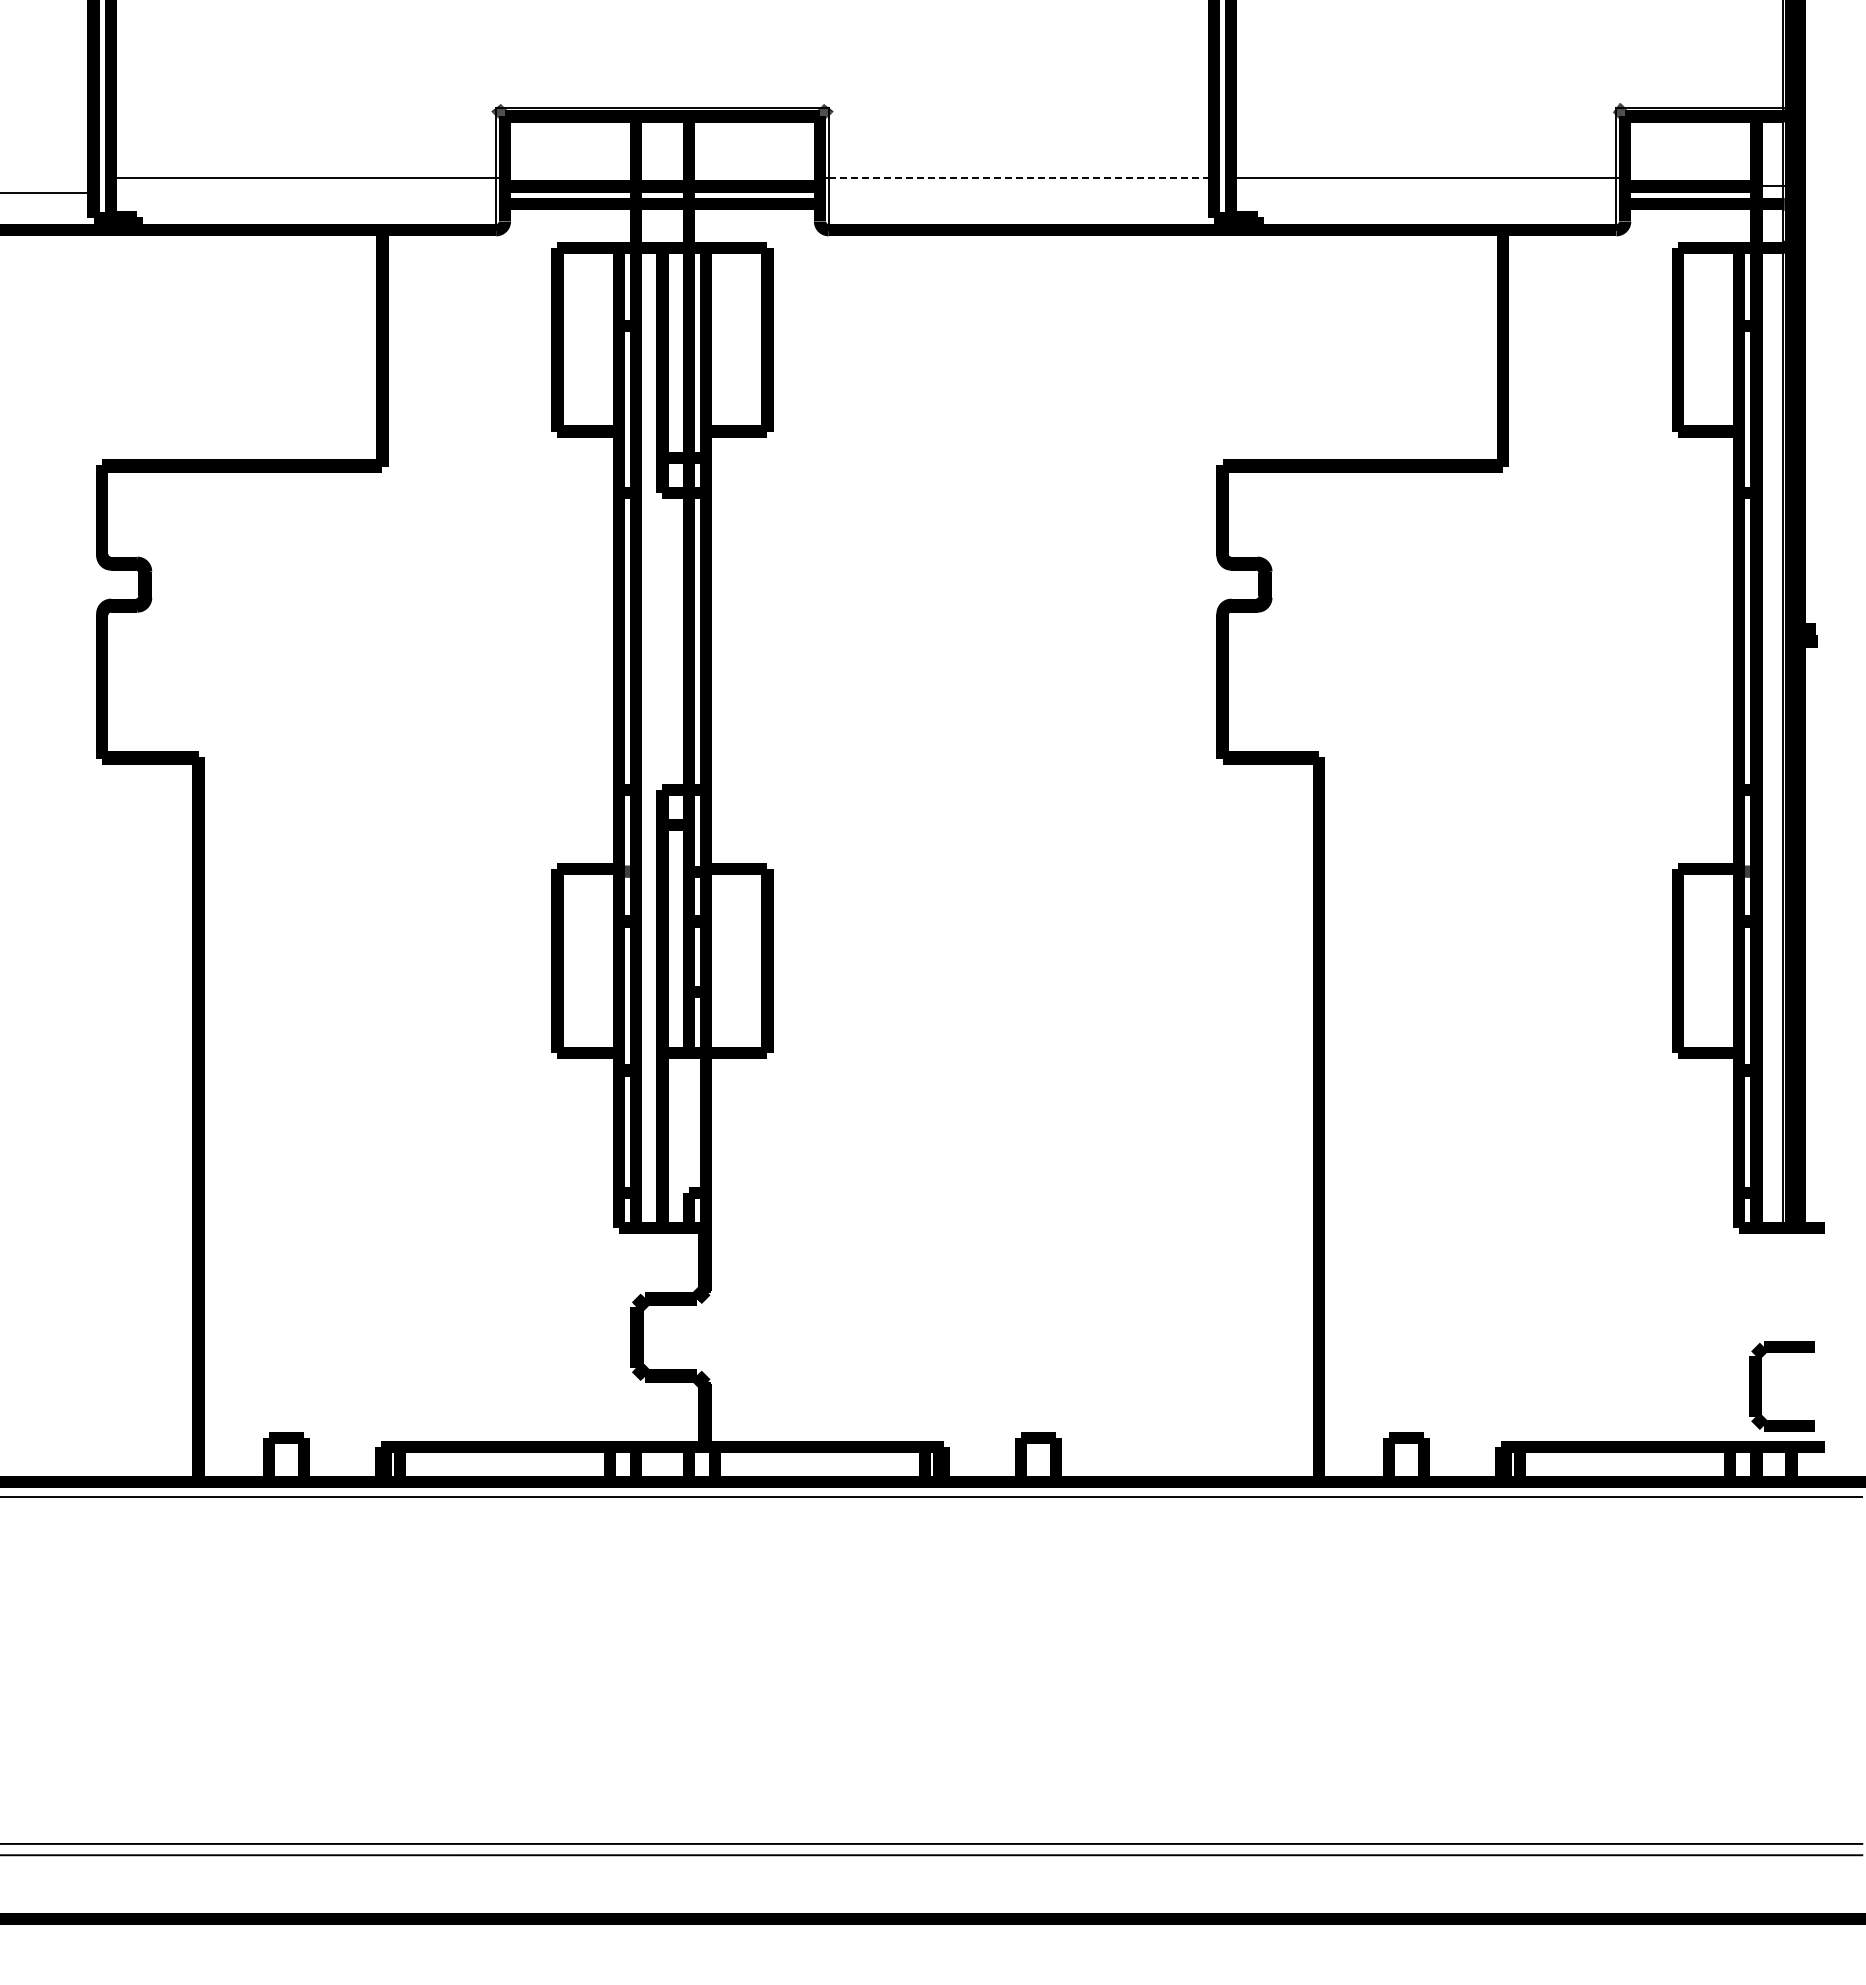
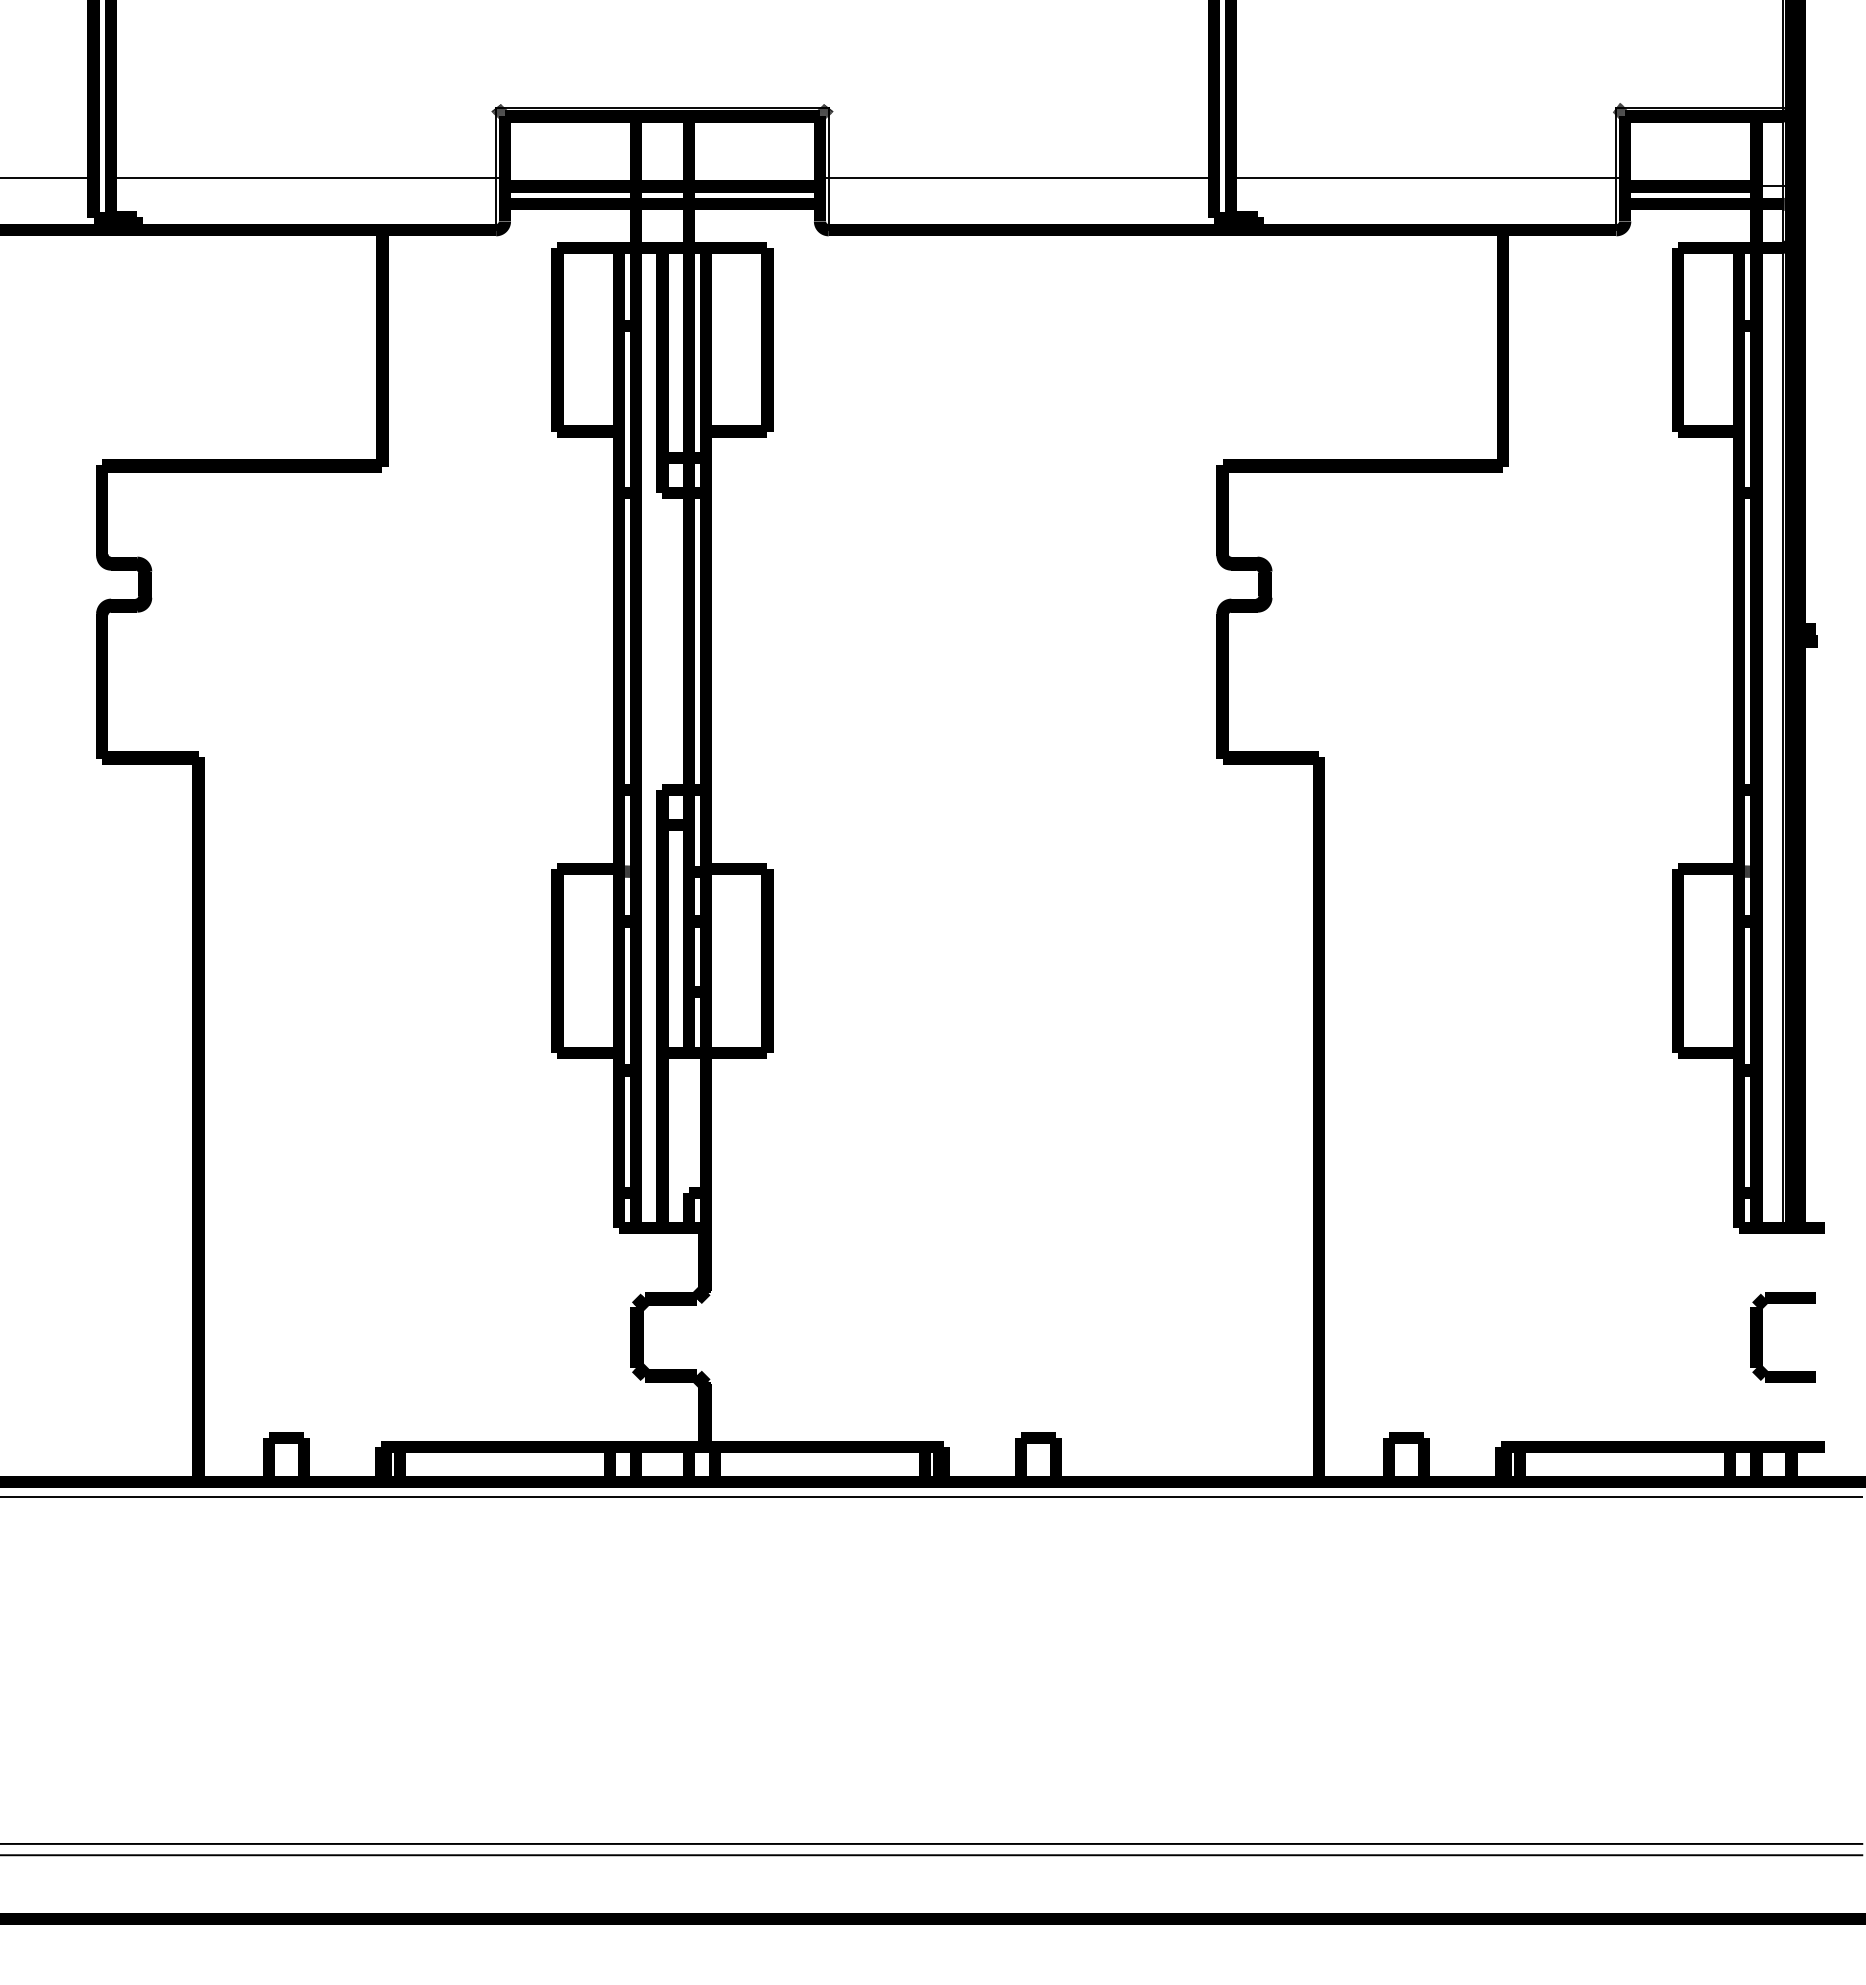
line at (1021, 177): dashed -> solid
line at (47, 192) position: (47, 192) -> (47, 177)
part at (1761, 1386) position: (1761, 1386) -> (1762, 1337)
